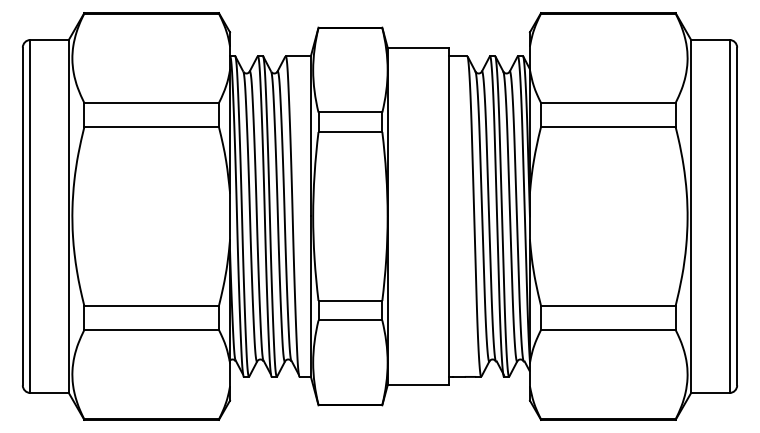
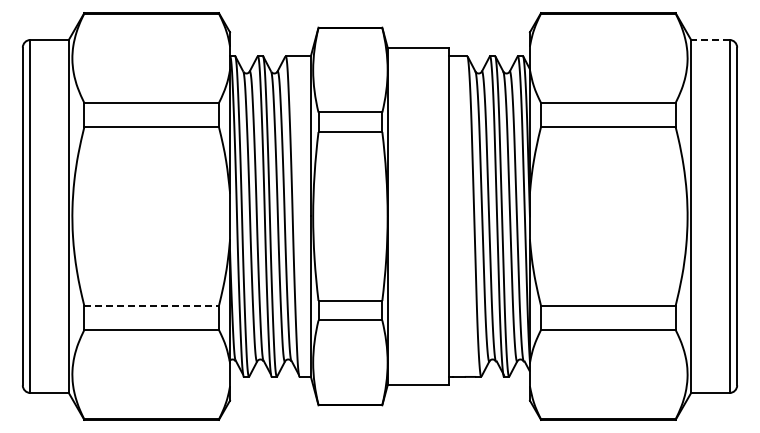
line at (709, 39): solid -> dashed
line at (152, 305): solid -> dashed
